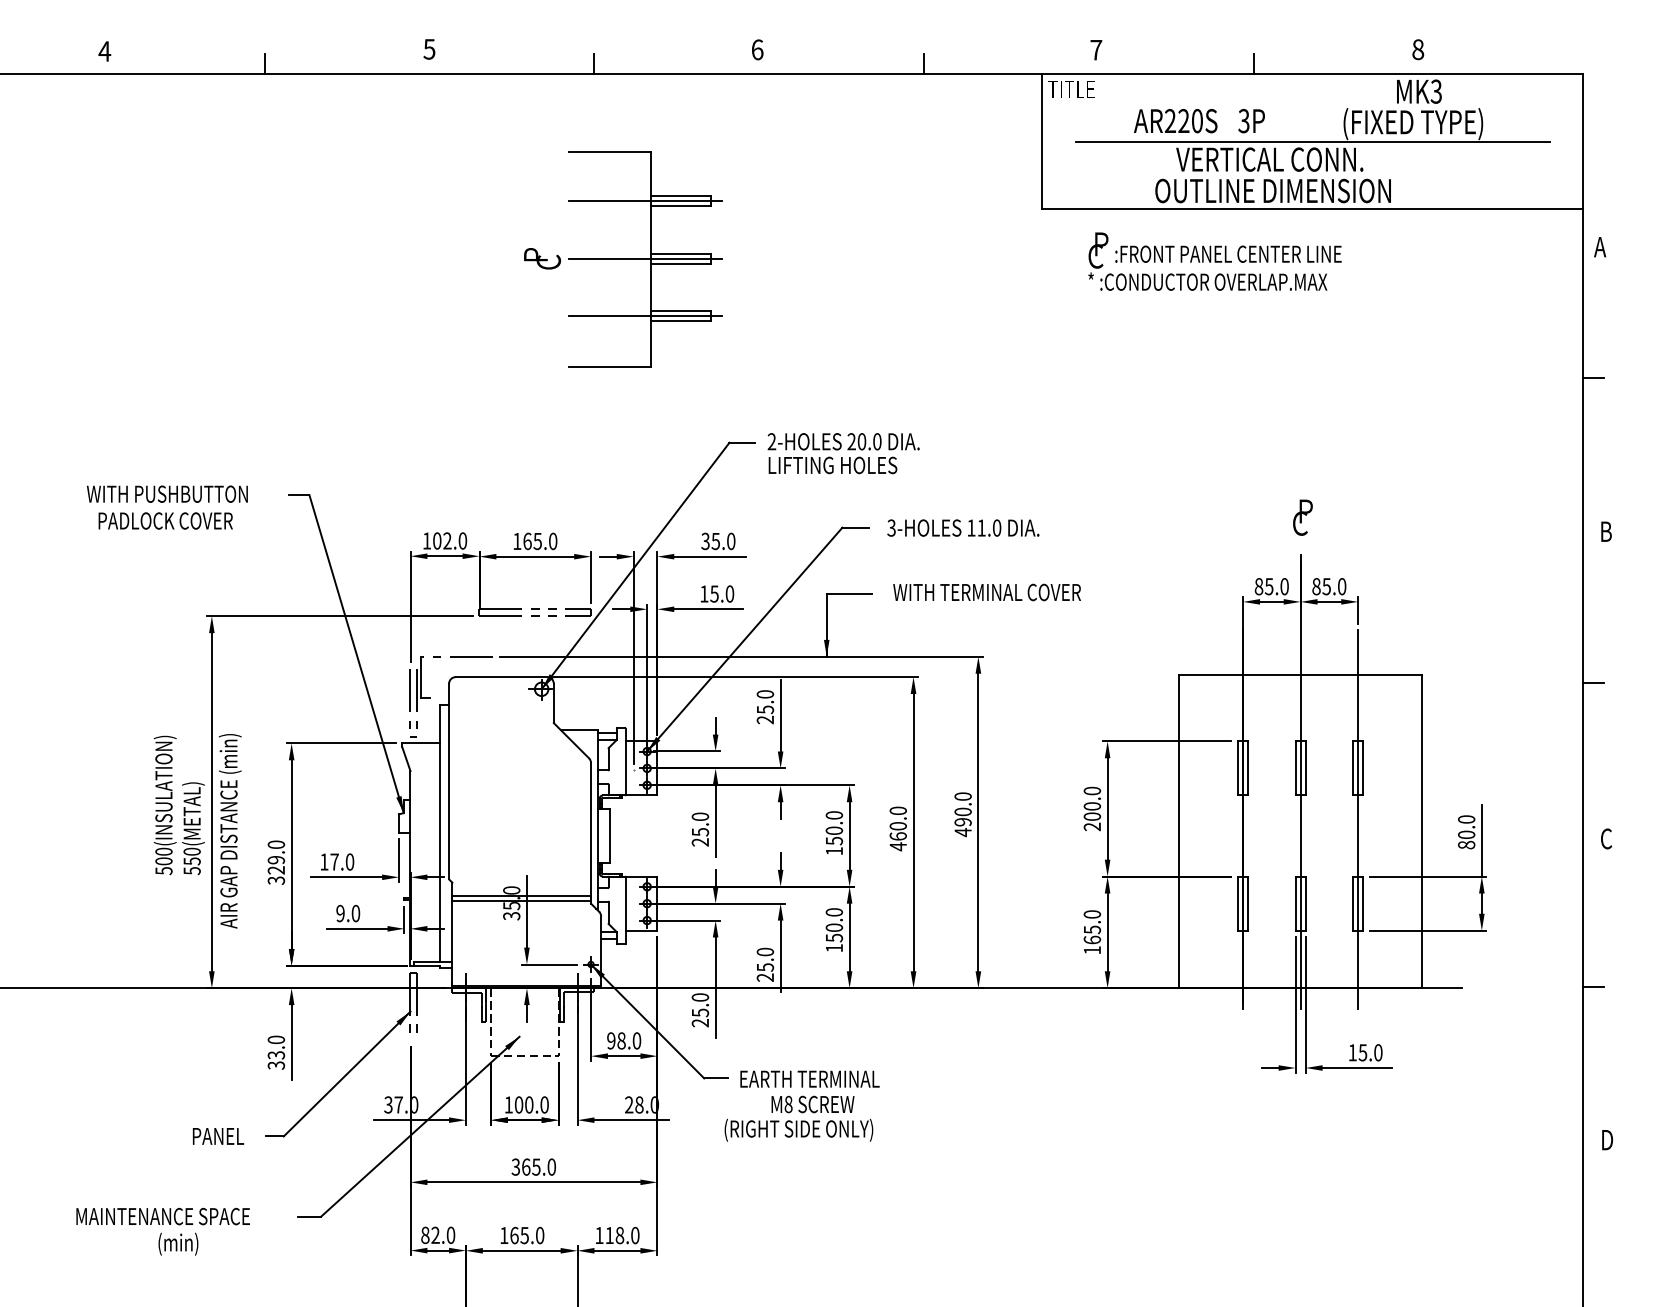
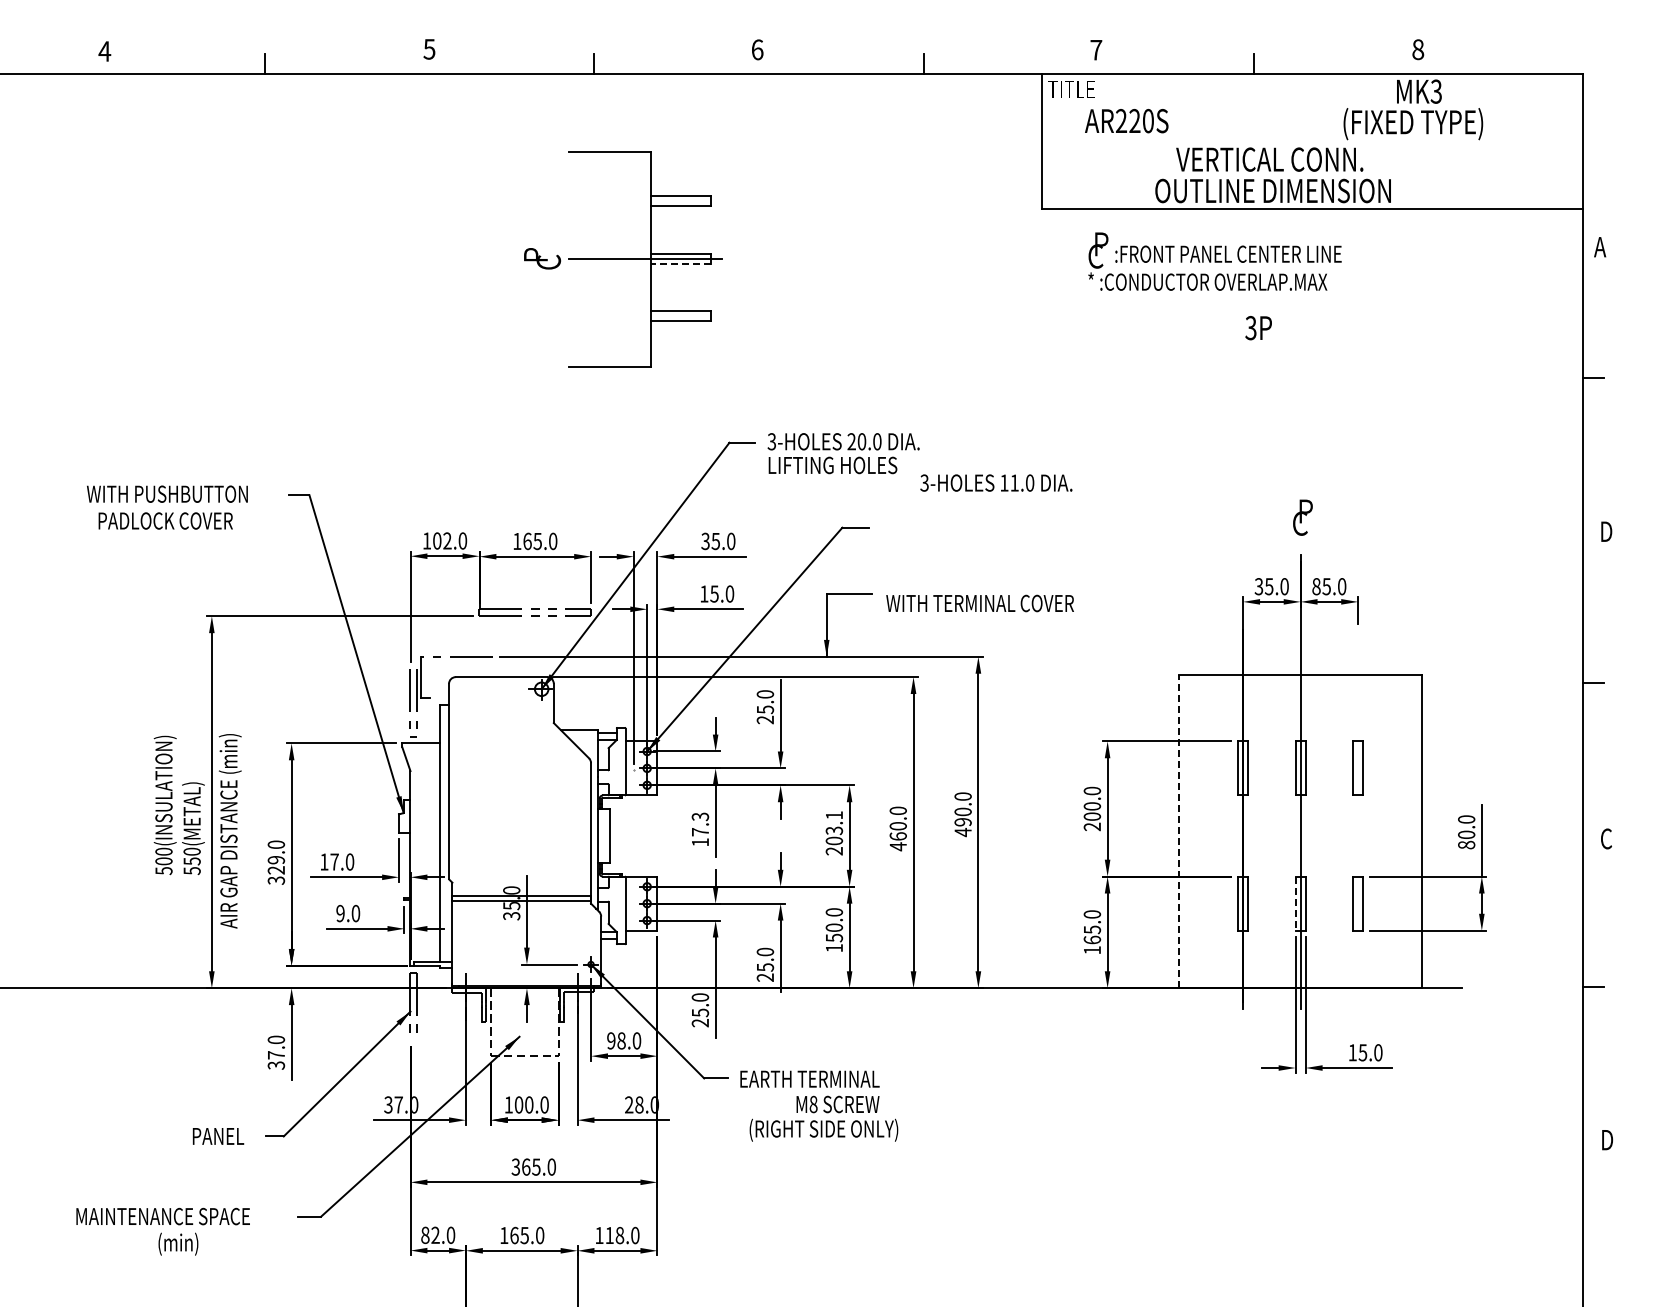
text at (1175, 121) position: (1175, 121) -> (1126, 121)
text at (1251, 121) position: (1251, 121) -> (1258, 328)
line at (1312, 141): present -> none
line at (644, 201): present -> none
line at (680, 263): solid -> dashed
line at (644, 316): present -> none
text at (771, 441): 2-HOLES -> 3-HOLES
text at (963, 527) position: (963, 527) -> (996, 482)
text at (1607, 531): B -> D
text at (1258, 586): 85.0 -> 35.0
text at (986, 592) position: (986, 592) -> (979, 603)
line at (1358, 819): present -> none
text at (700, 829): 25.0 -> 17.3
line at (1178, 831): solid -> dashed
text at (834, 833): 150.0 -> 203.1
line at (1295, 904): solid -> dashed
text at (276, 1055): 33.0 -> 37.0
text at (798, 1118) position: (798, 1118) -> (823, 1118)
